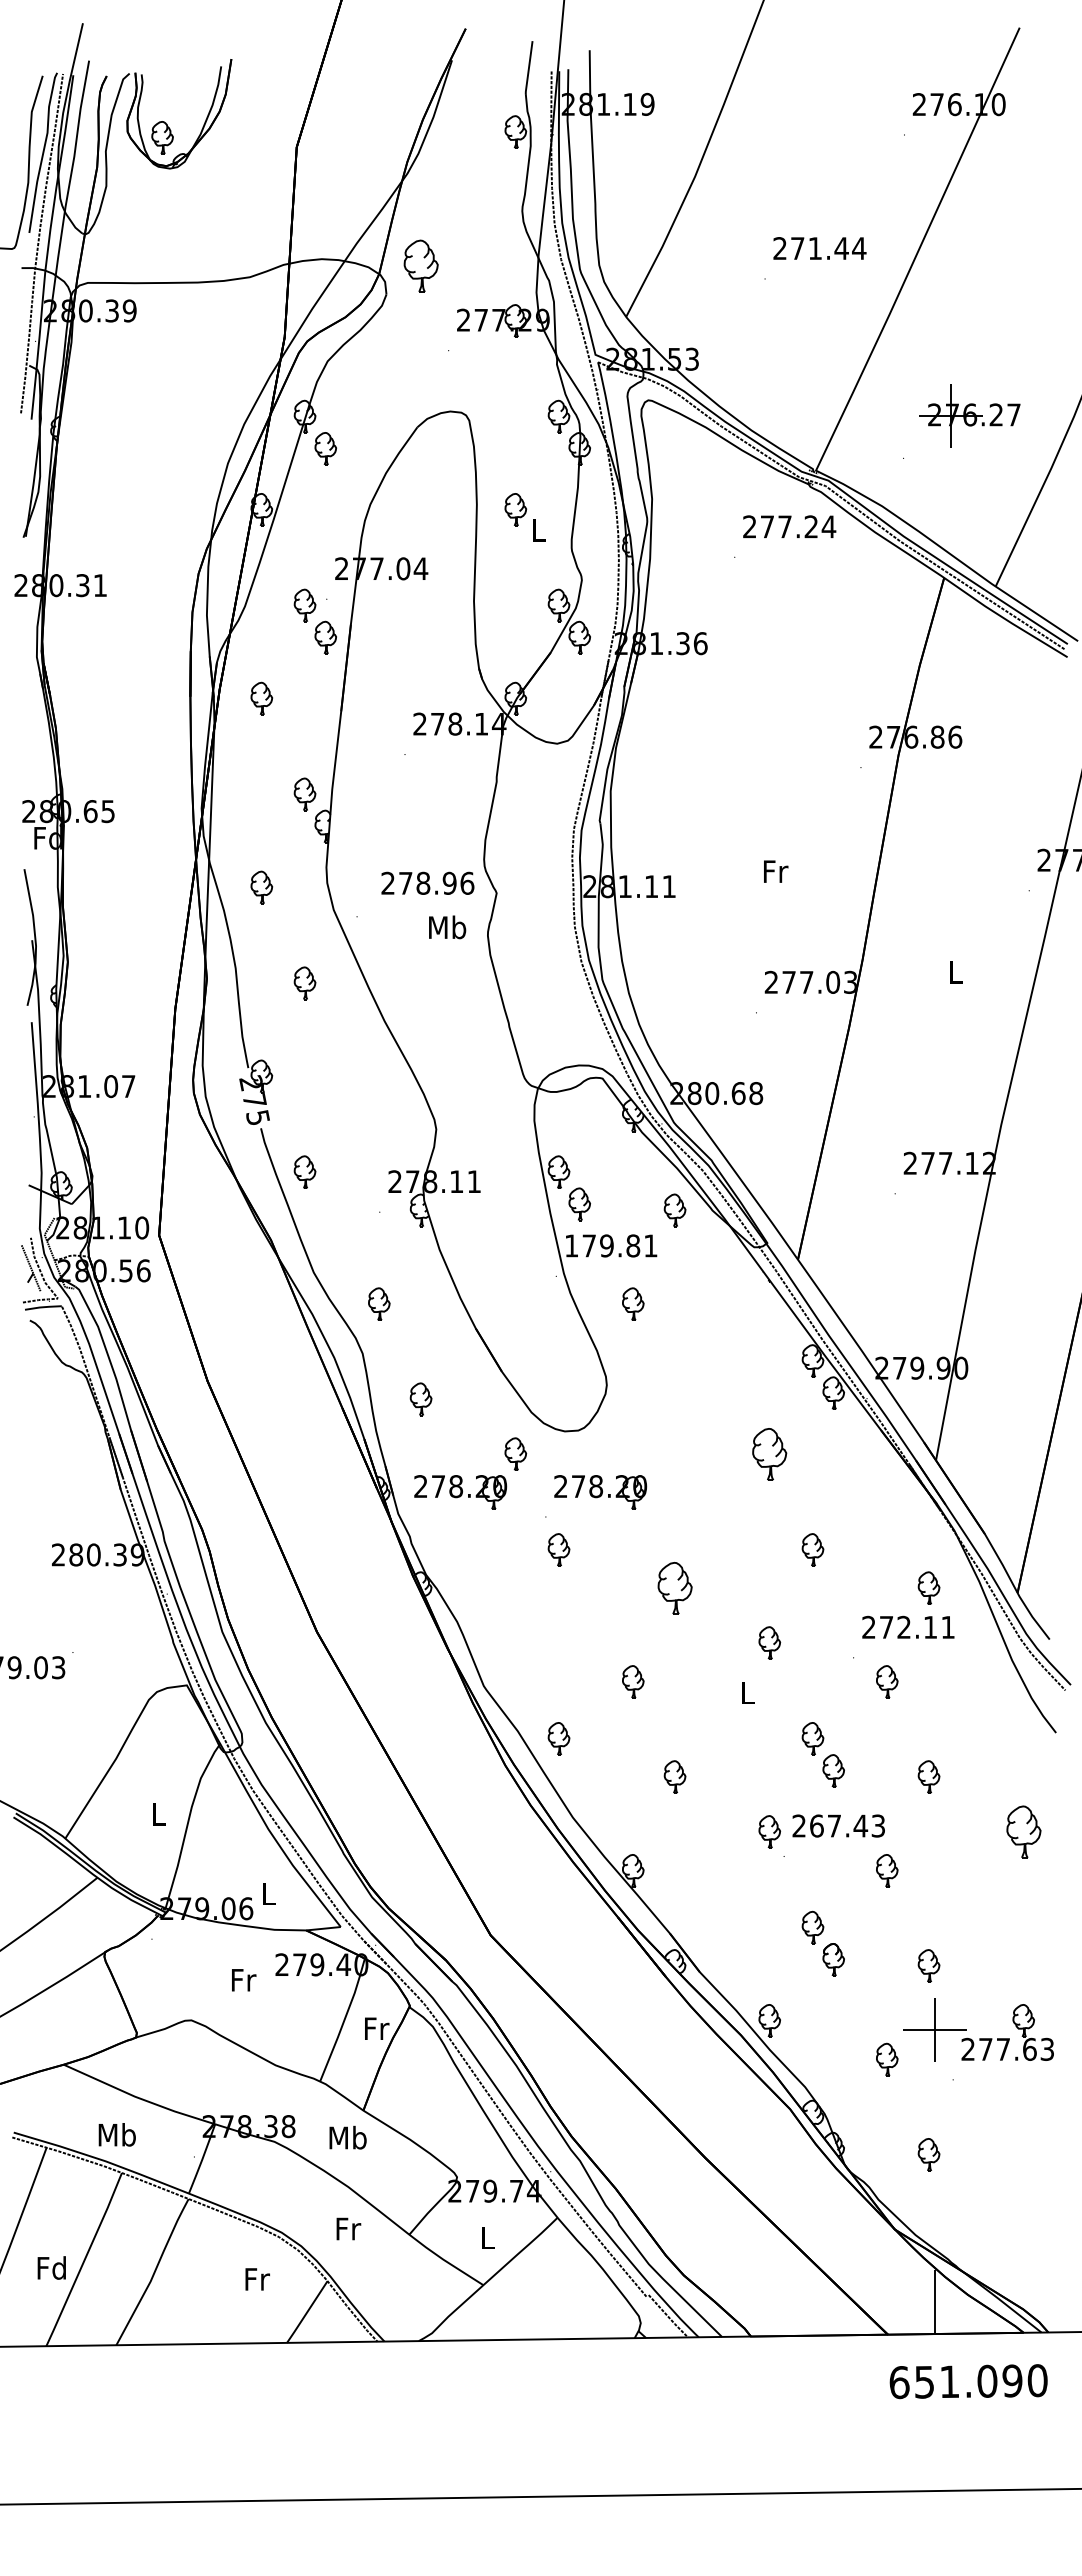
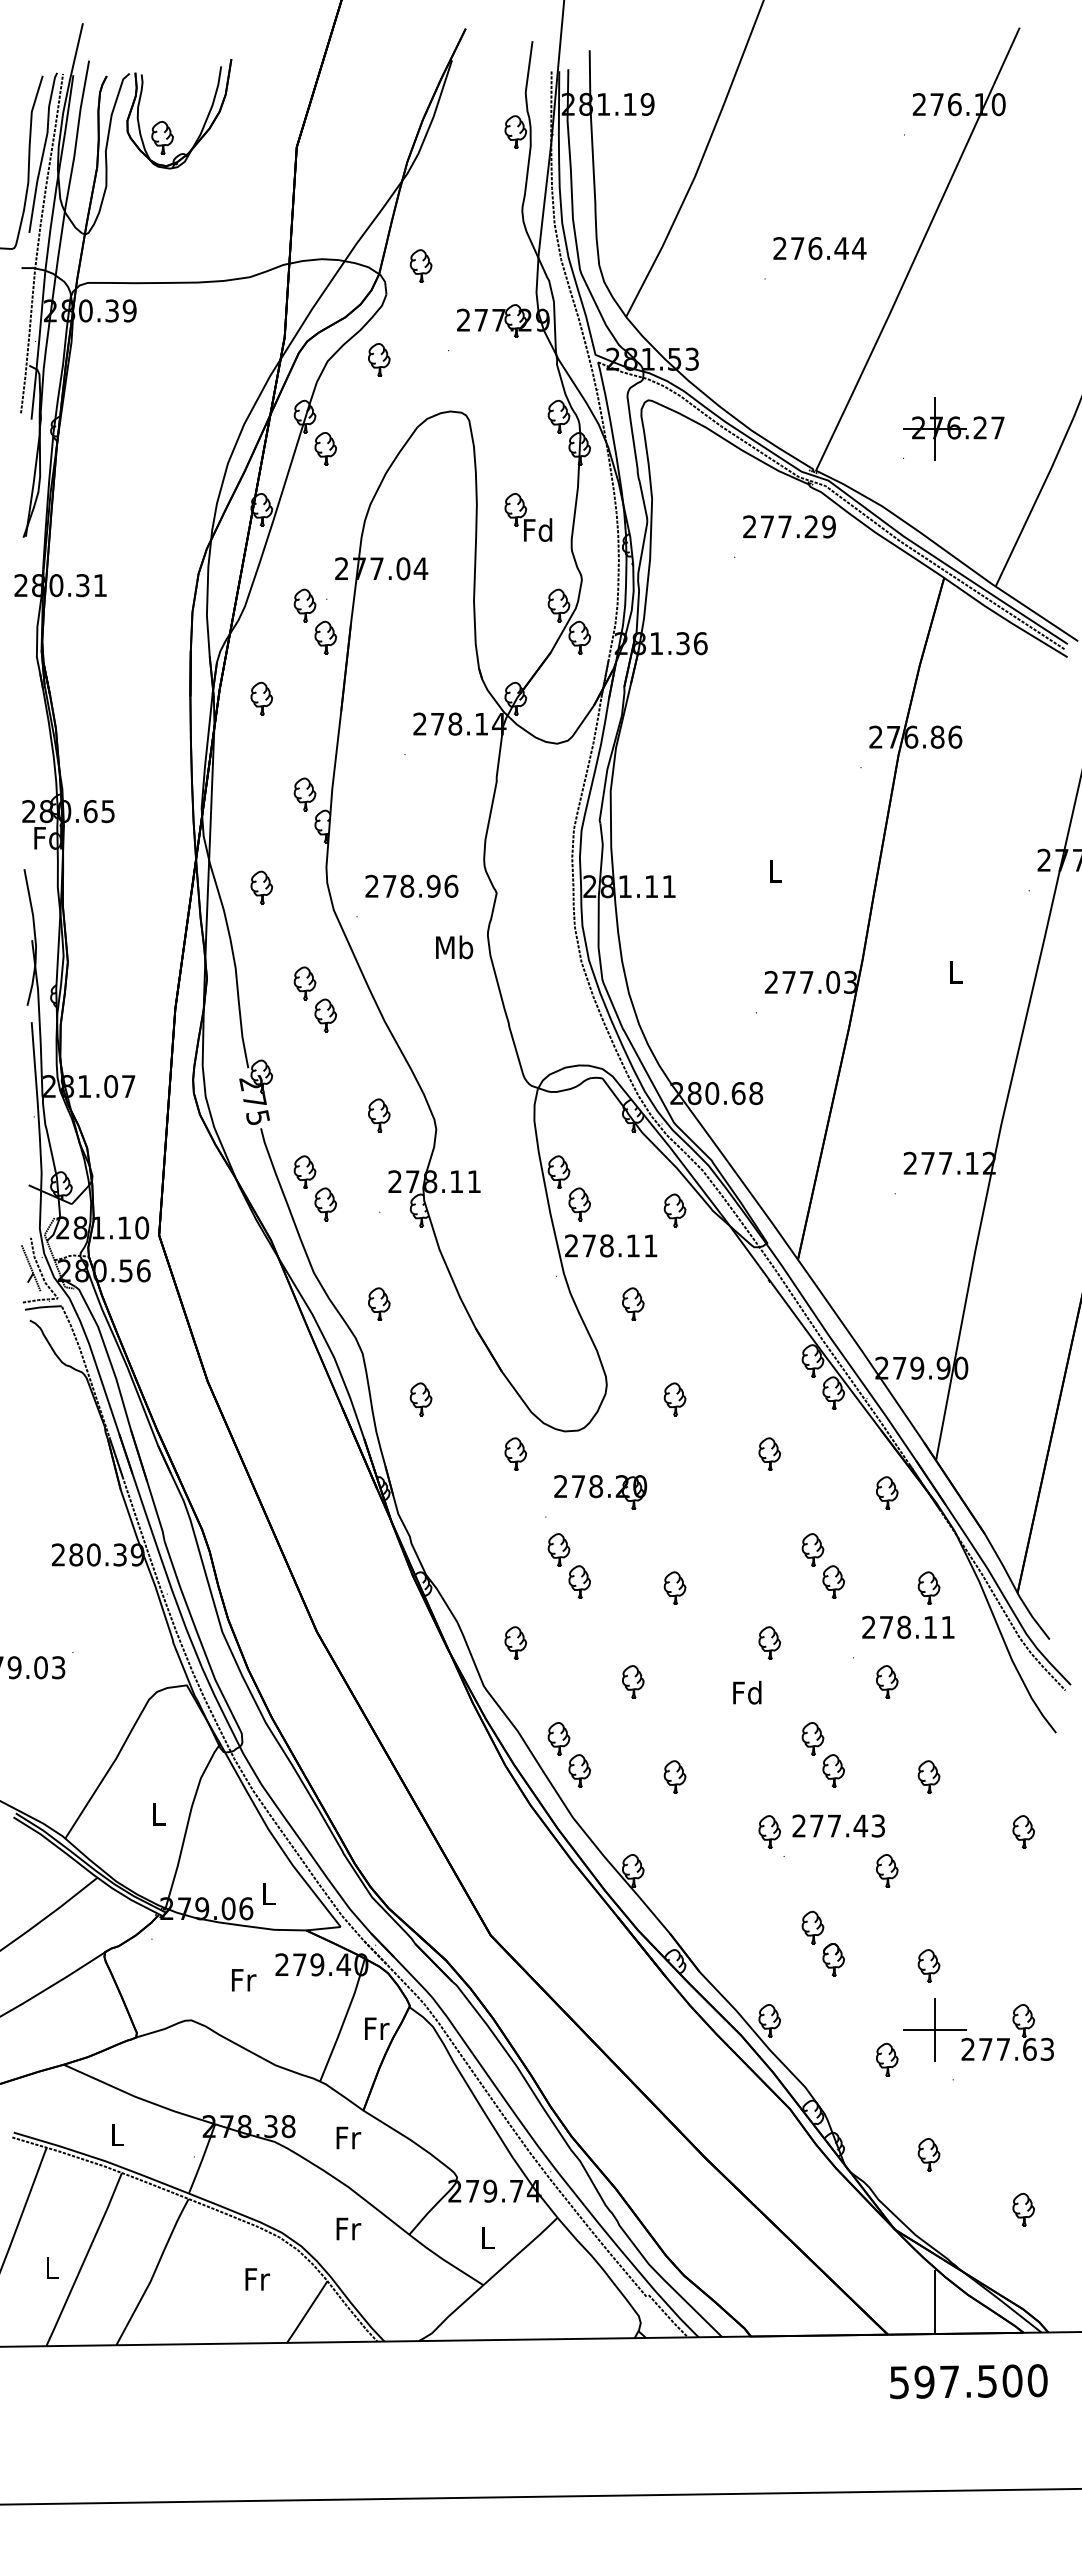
text at (815, 248): 271.44 -> 276.44
part at (420, 265) size: 36x54 px -> 24x34 px
part at (379, 359): none -> present
part at (969, 415) position: (969, 415) -> (953, 428)
text at (828, 526): 277.24 -> 277.29
text at (538, 529): L -> Fd
text at (776, 871): Fr -> L
text at (427, 882) position: (427, 882) -> (411, 885)
text at (447, 927) position: (447, 927) -> (454, 947)
part at (325, 1015): none -> present
part at (379, 1115): none -> present
part at (325, 1204): none -> present
text at (602, 1245): 179.81 -> 278.11
part at (674, 1399): none -> present
part at (769, 1454) size: 36x53 px -> 24x34 px
part at (460, 1492): present -> none
part at (887, 1492): none -> present
part at (579, 1581): none -> present
part at (833, 1581): none -> present
part at (674, 1588) size: 36x53 px -> 24x34 px
text at (904, 1627): 272.11 -> 278.11
part at (515, 1642): none -> present
text at (747, 1692): L -> Fd
part at (579, 1770): none -> present
text at (816, 1825): 267.43 -> 277.43
part at (1023, 1831) size: 36x54 px -> 23x34 px
text at (116, 2134): Mb -> L
text at (347, 2137): Mb -> Fr
part at (1023, 2209): none -> present
text at (51, 2267): Fd -> L
text at (955, 2381): 651.090 -> 597.500
